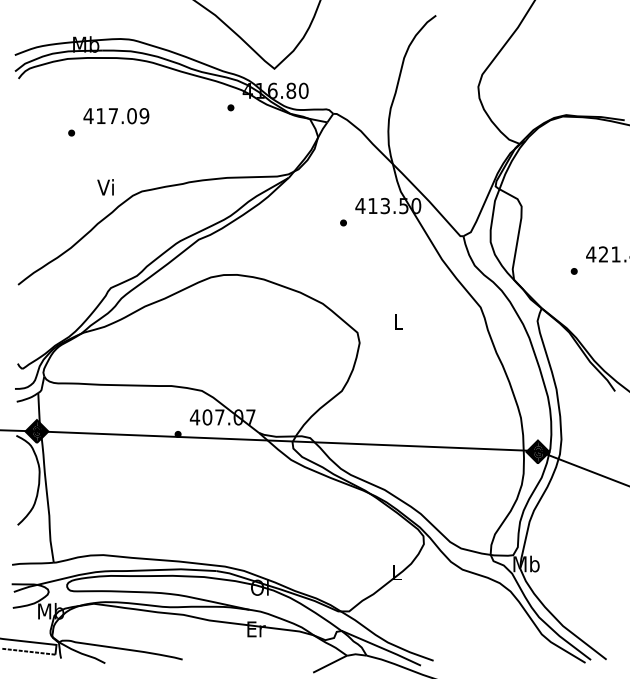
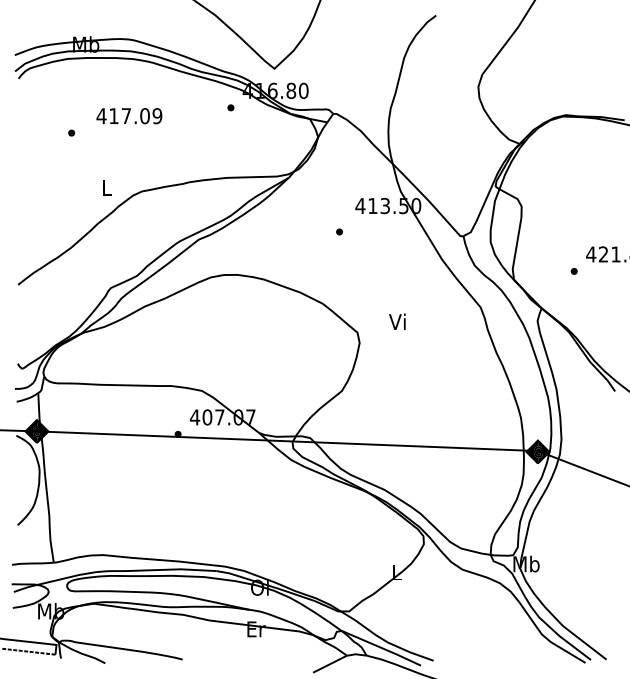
text at (116, 116) position: (116, 116) -> (129, 116)
text at (105, 187): Vi -> L
part at (343, 222) position: (343, 222) -> (339, 231)
text at (397, 321): L -> Vi
